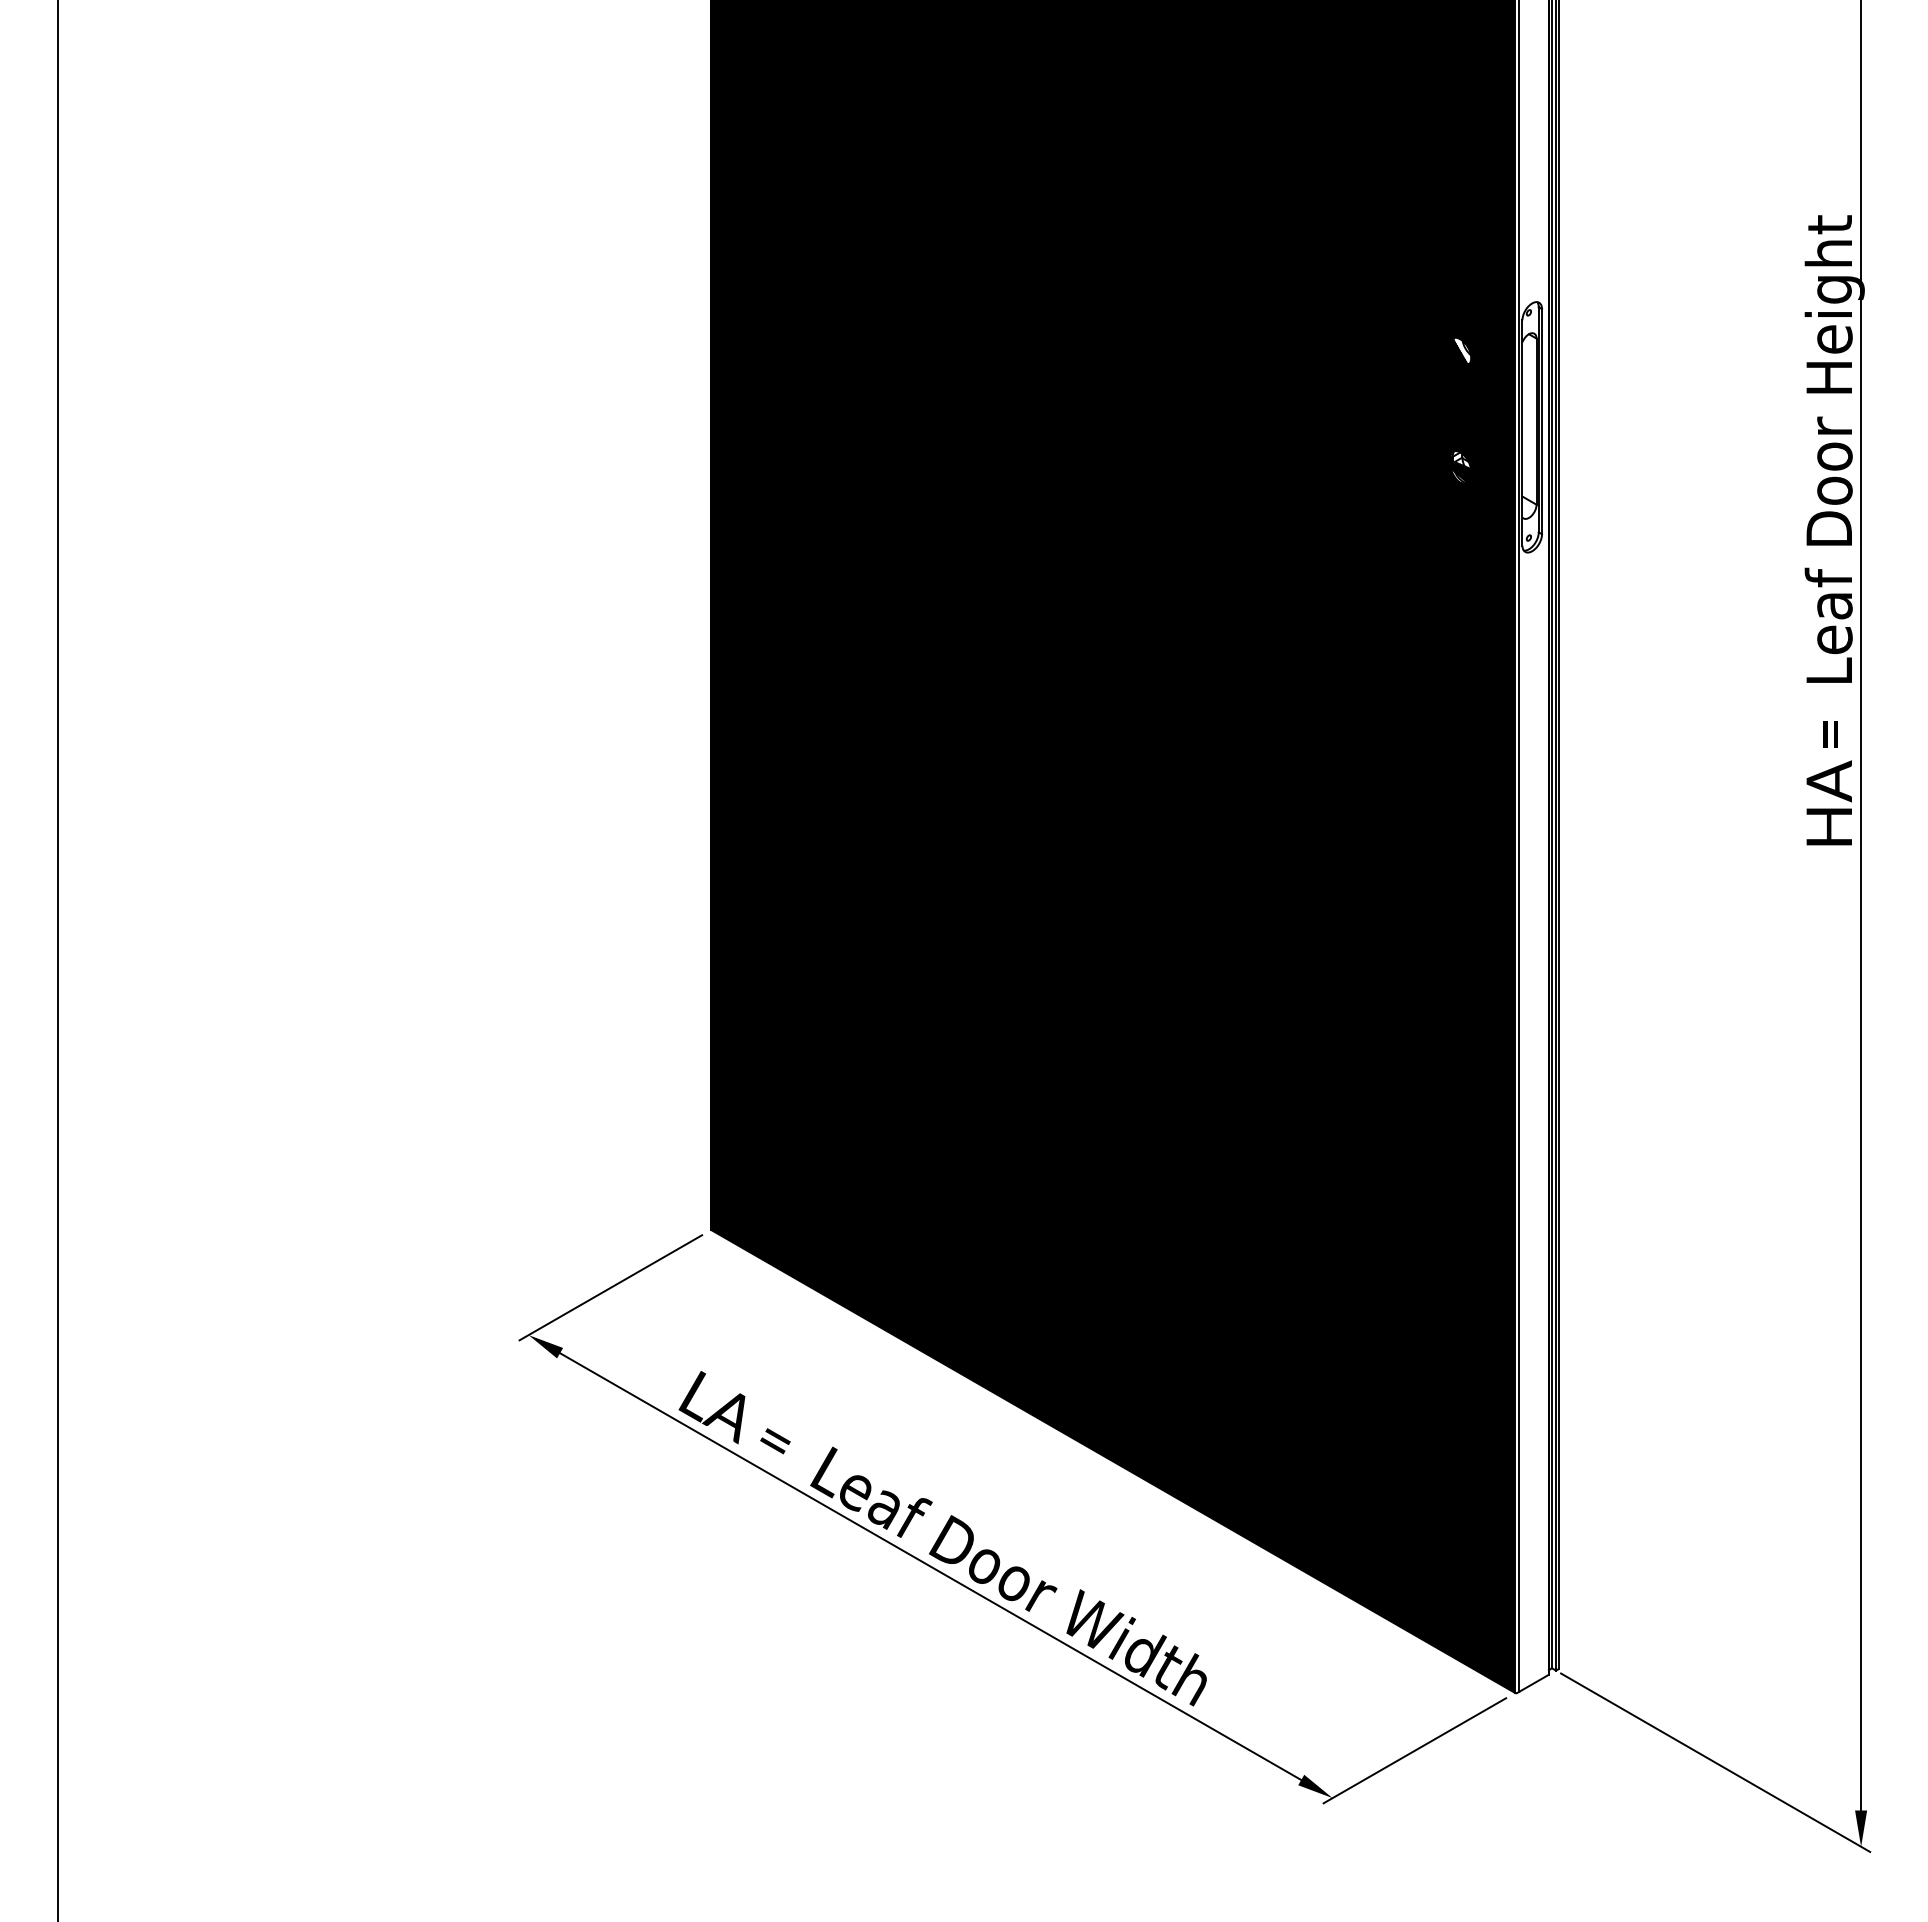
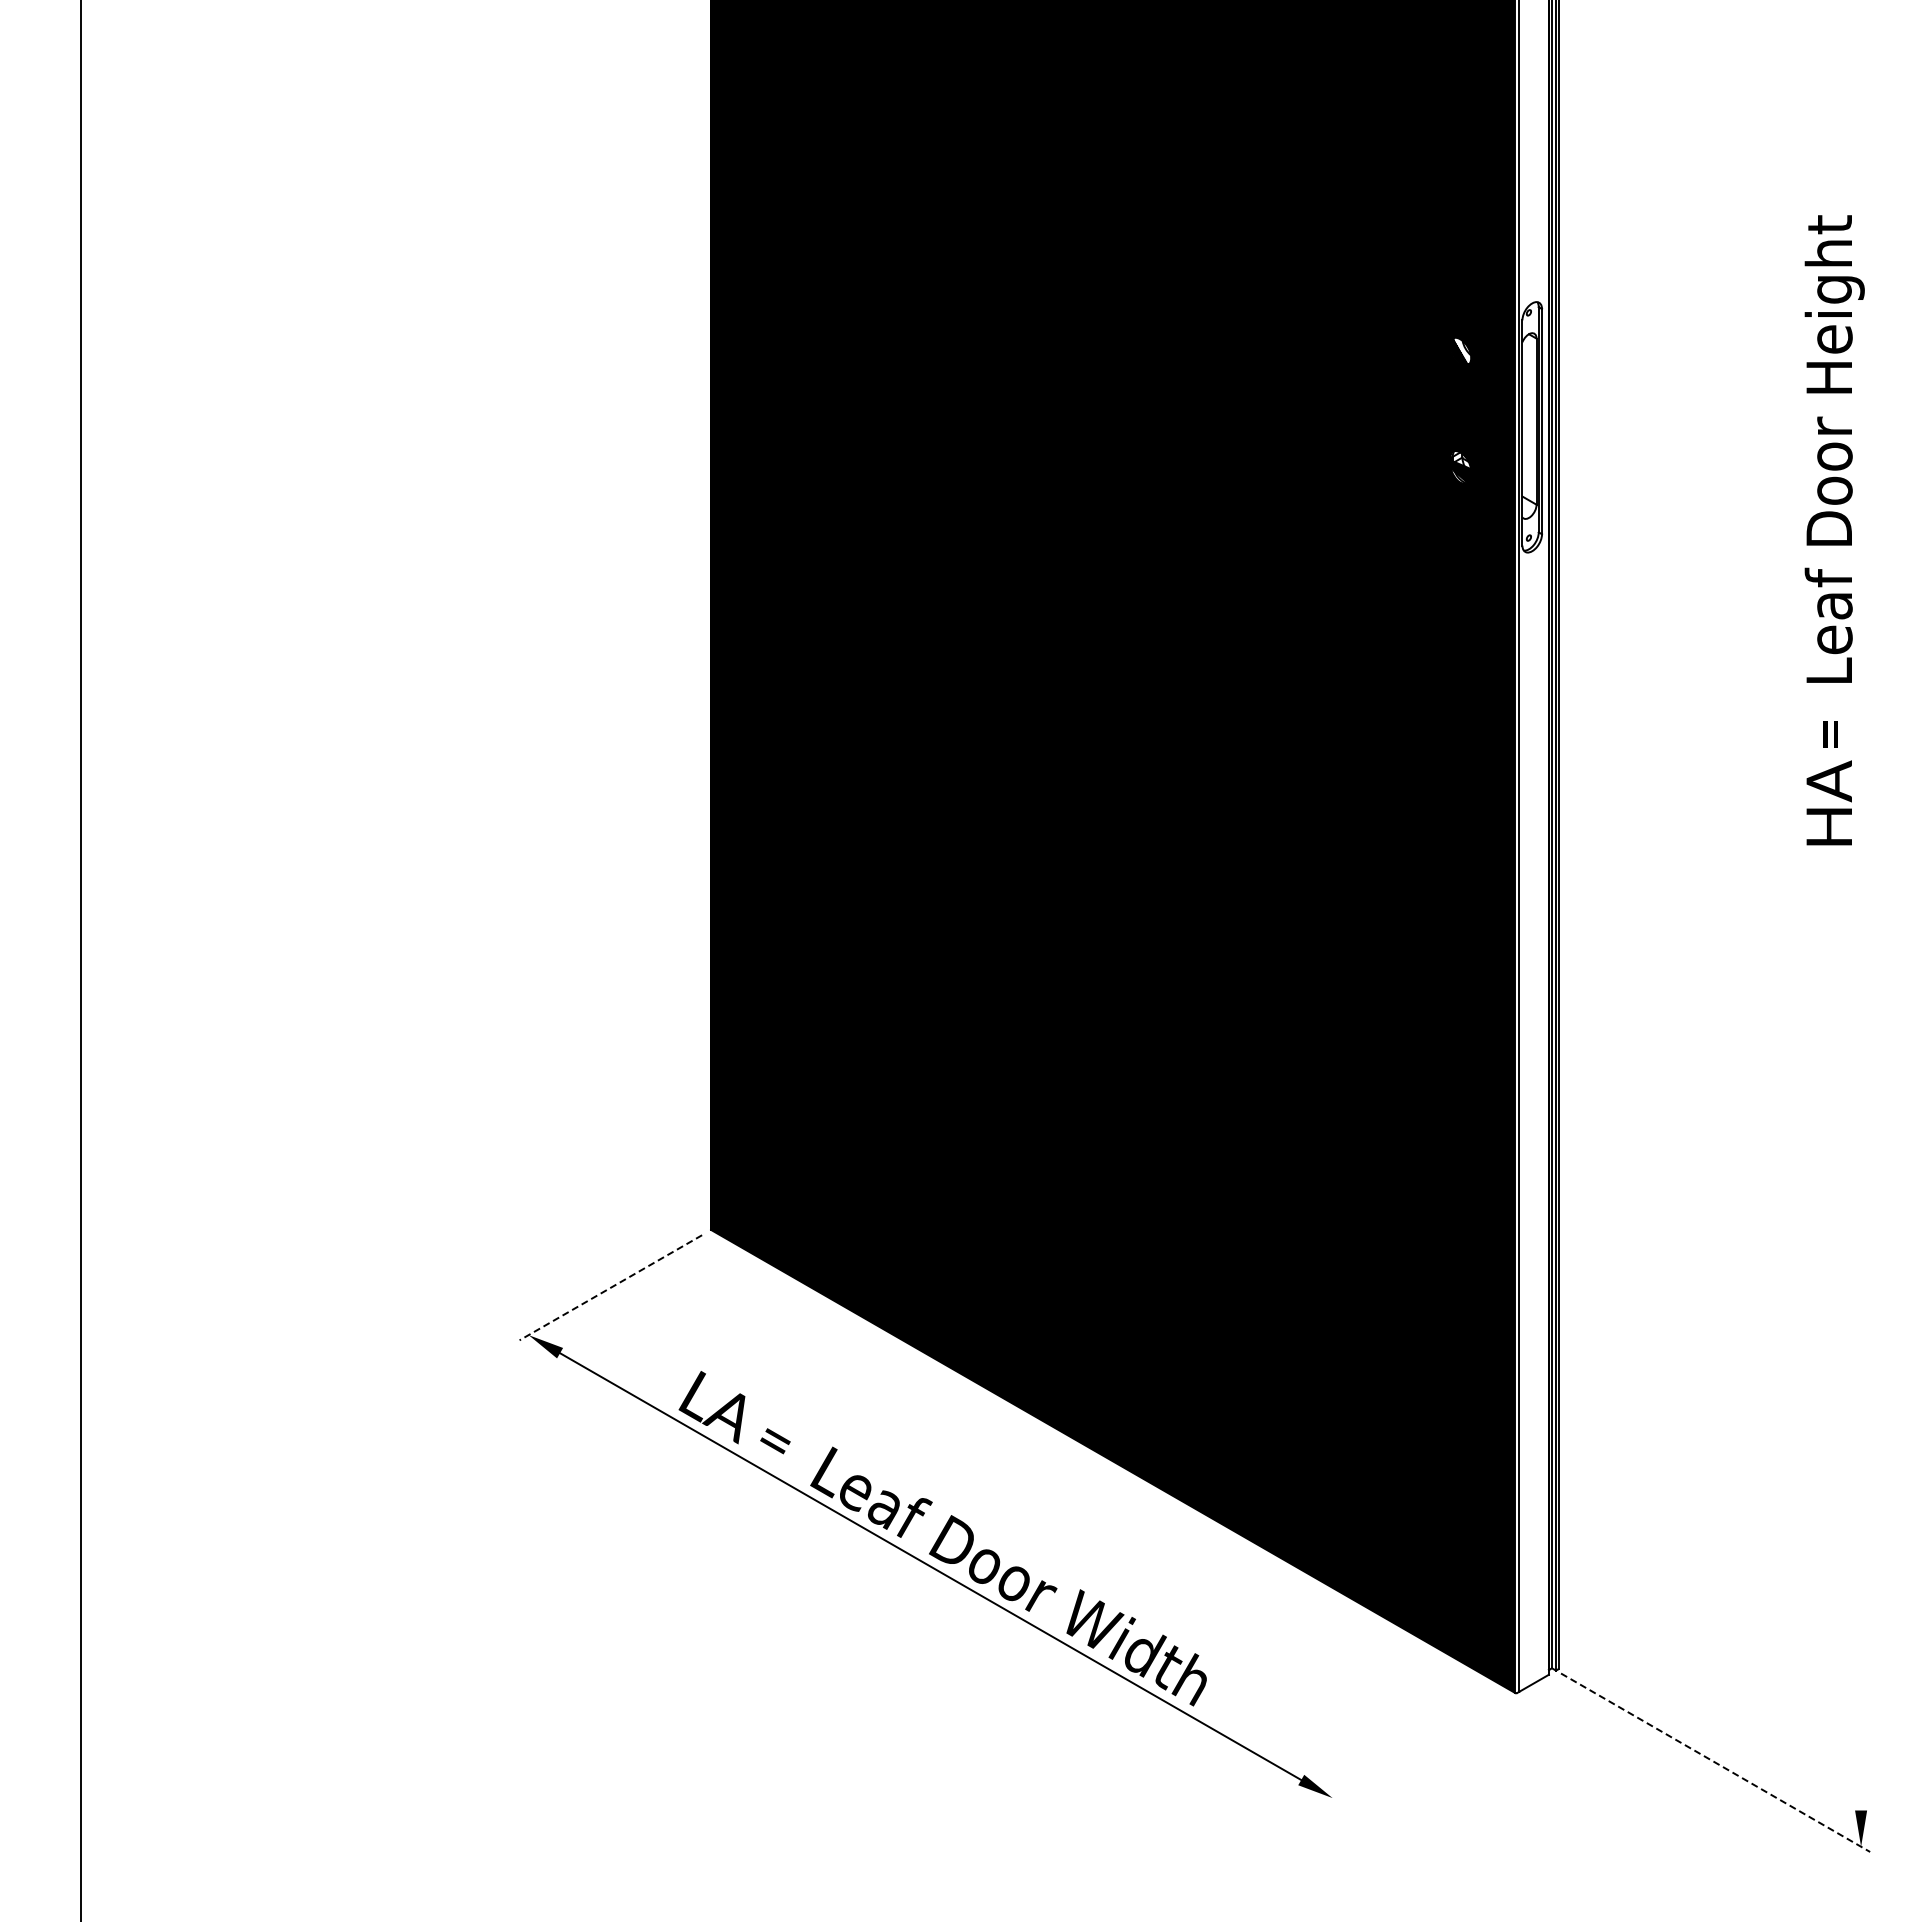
line at (1861, 906): present -> none
line at (57, 960) position: (57, 960) -> (80, 960)
line at (610, 1288): solid -> dashed
line at (1414, 1750): present -> none
line at (1716, 1763): solid -> dashed
